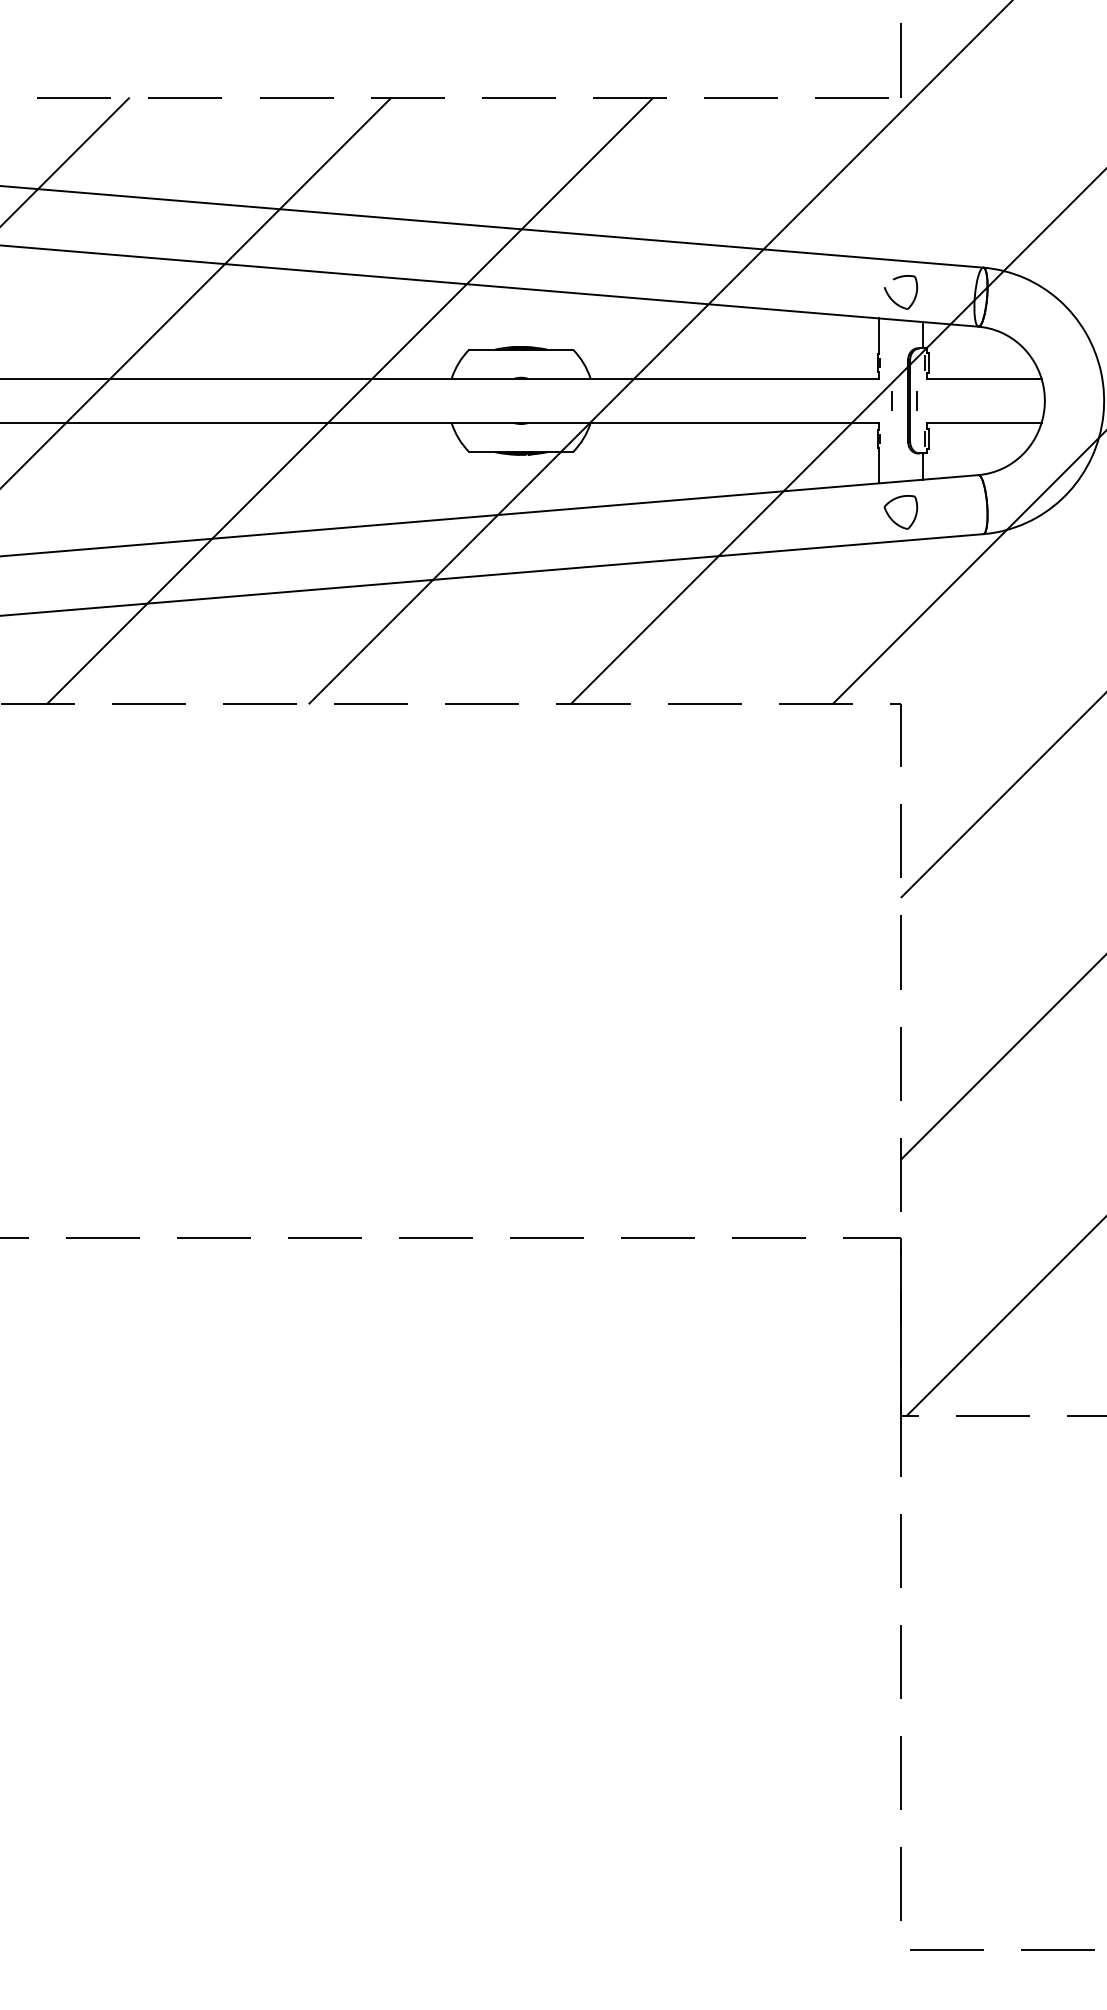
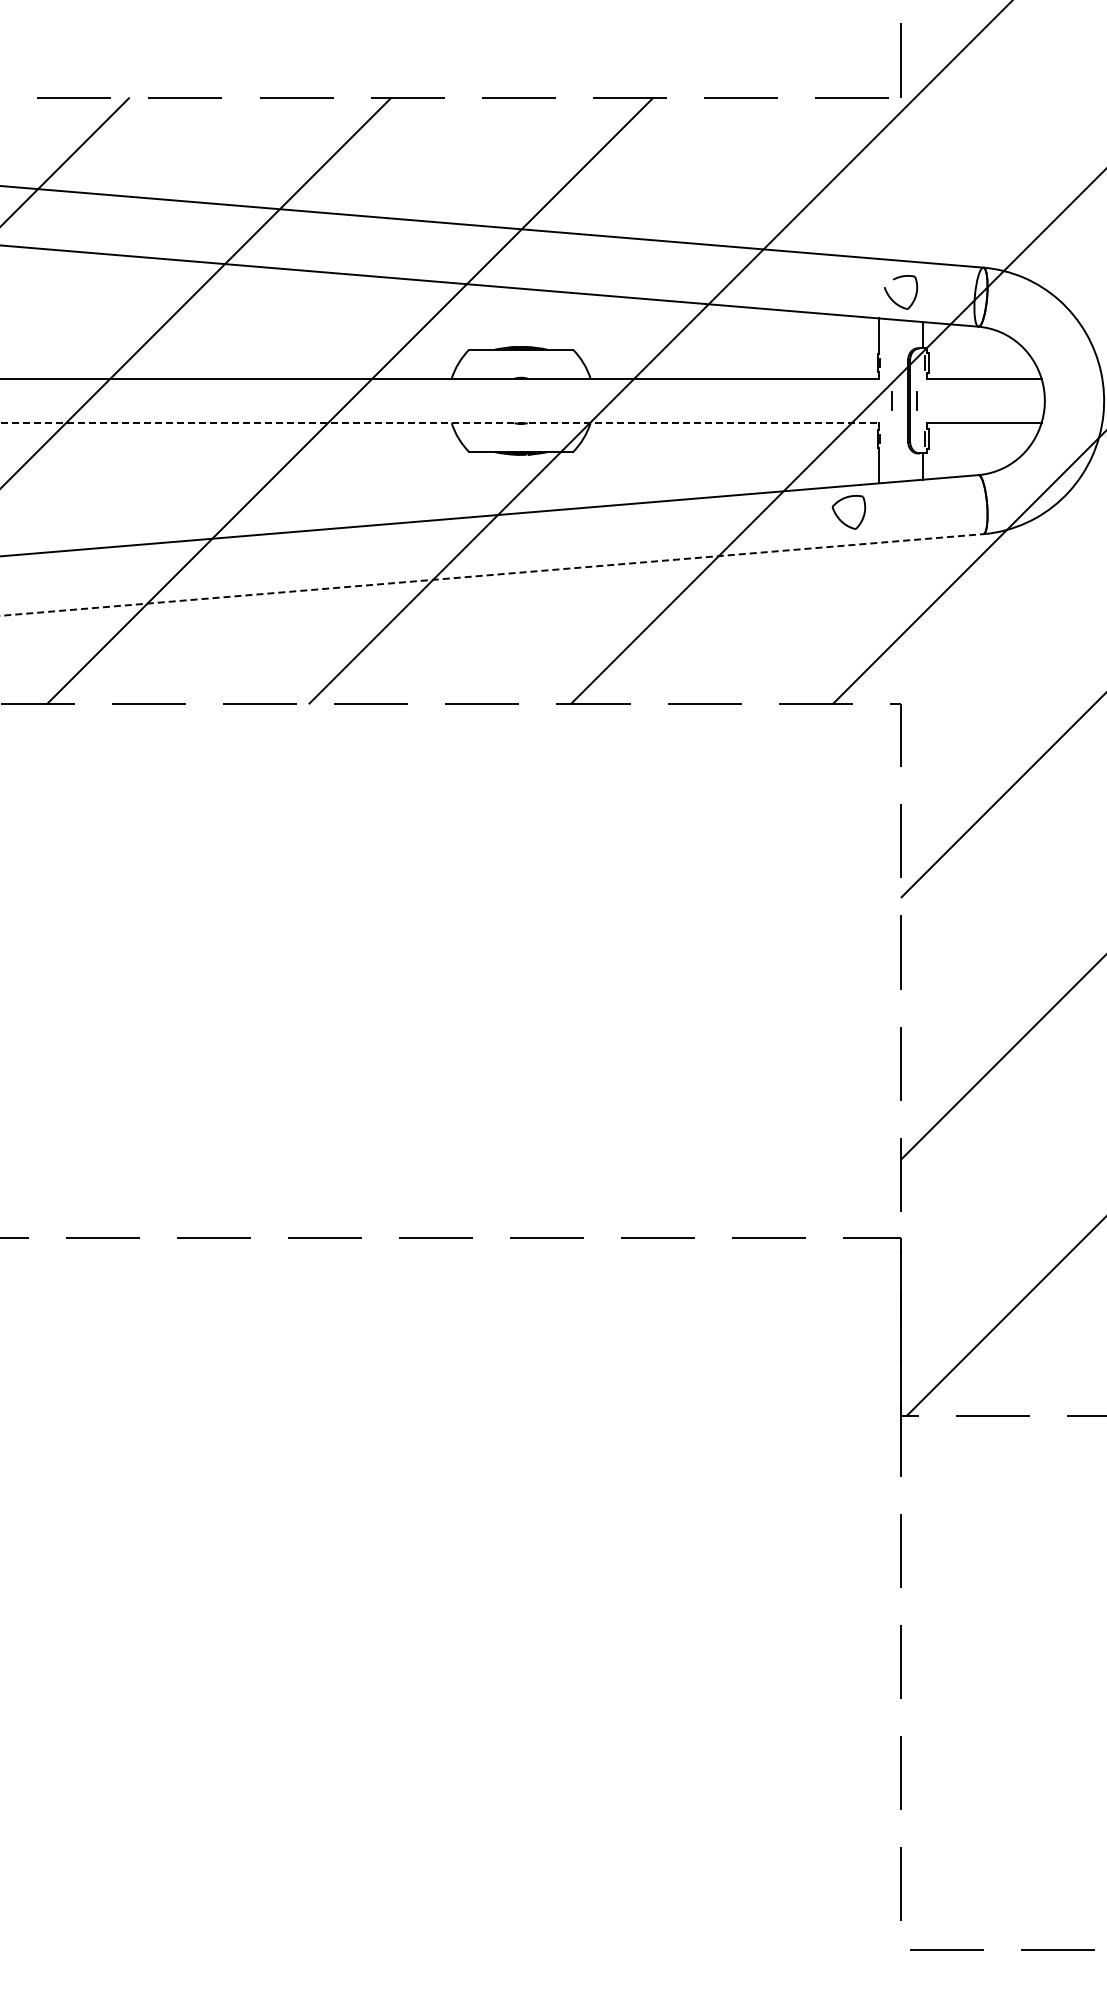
line at (439, 423): solid -> dashed
part at (900, 512) position: (900, 512) -> (848, 512)
line at (492, 574): solid -> dashed
